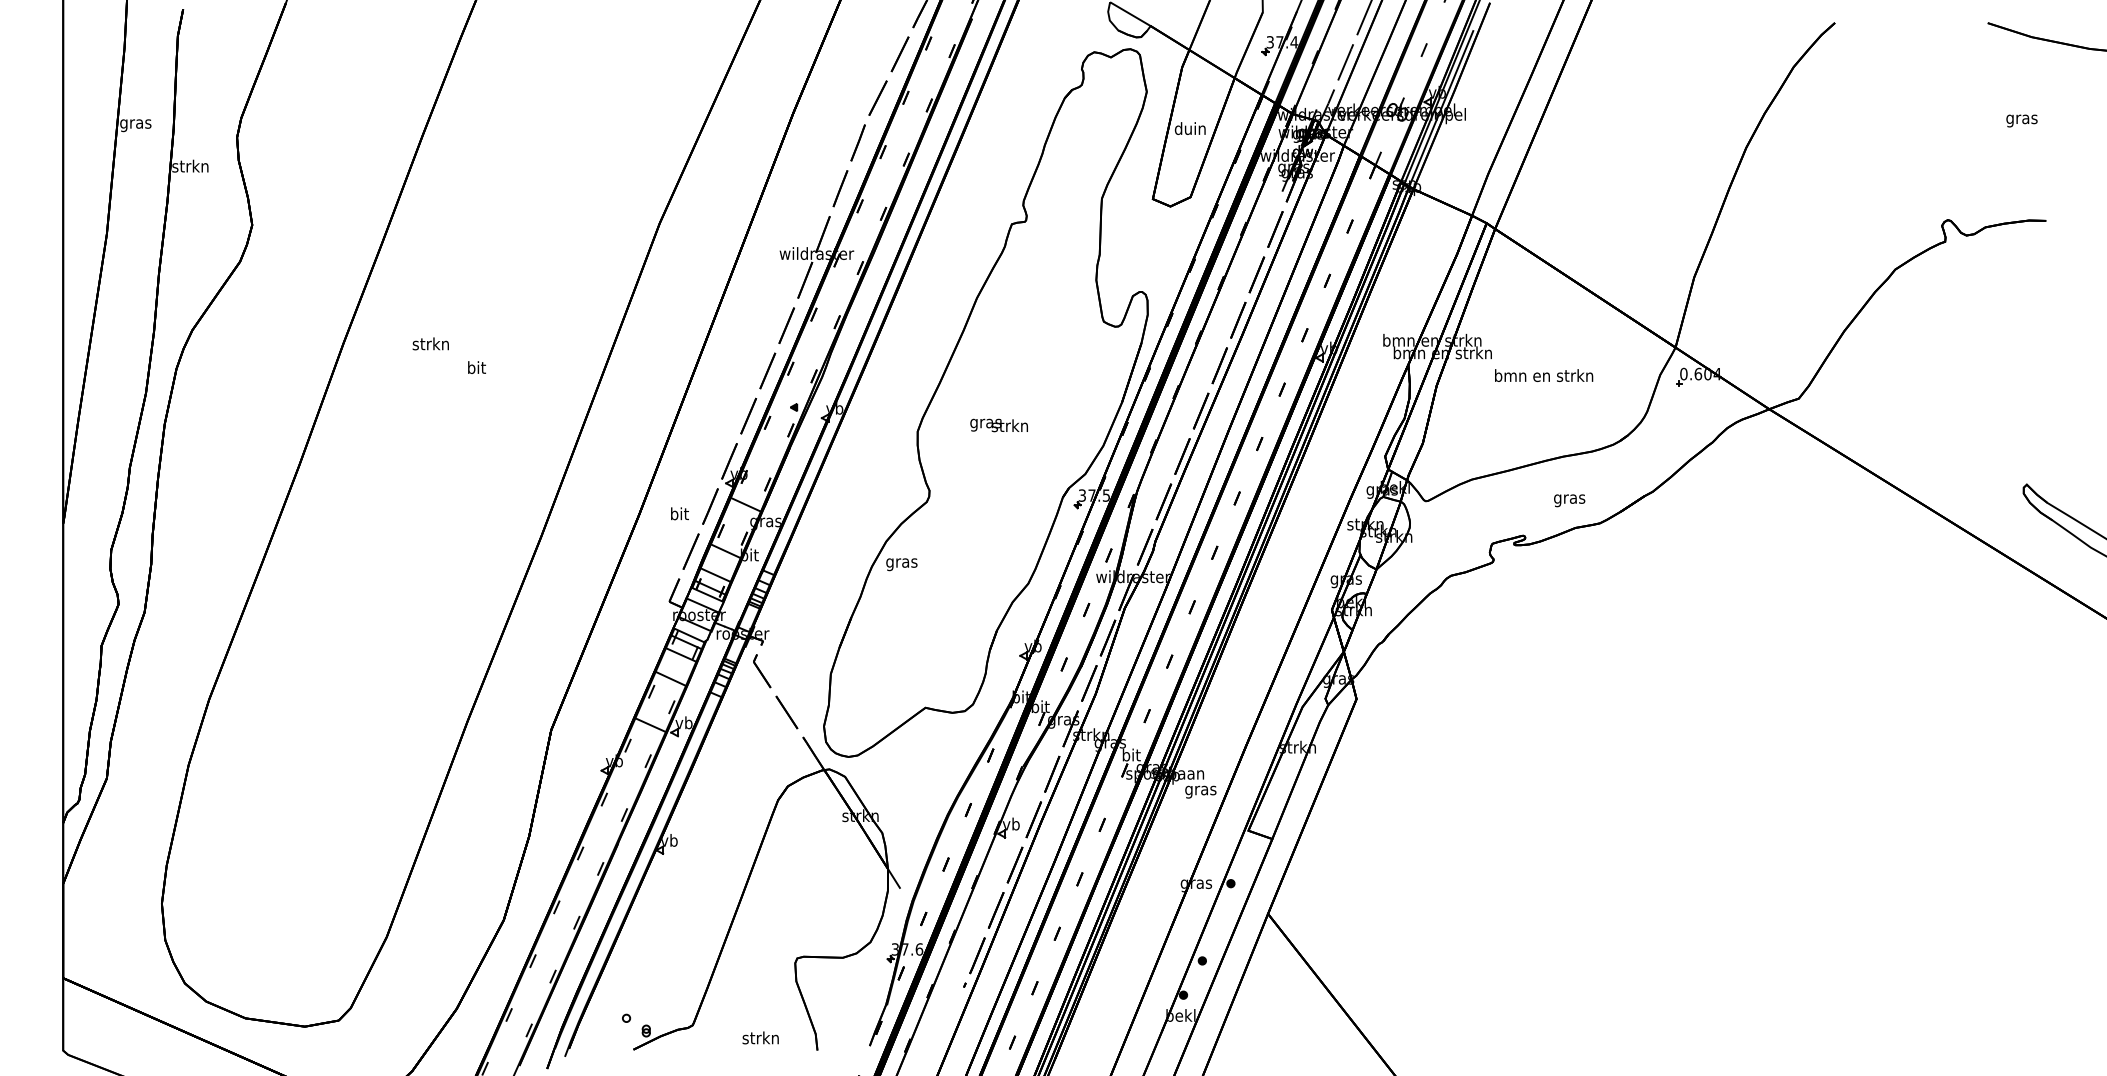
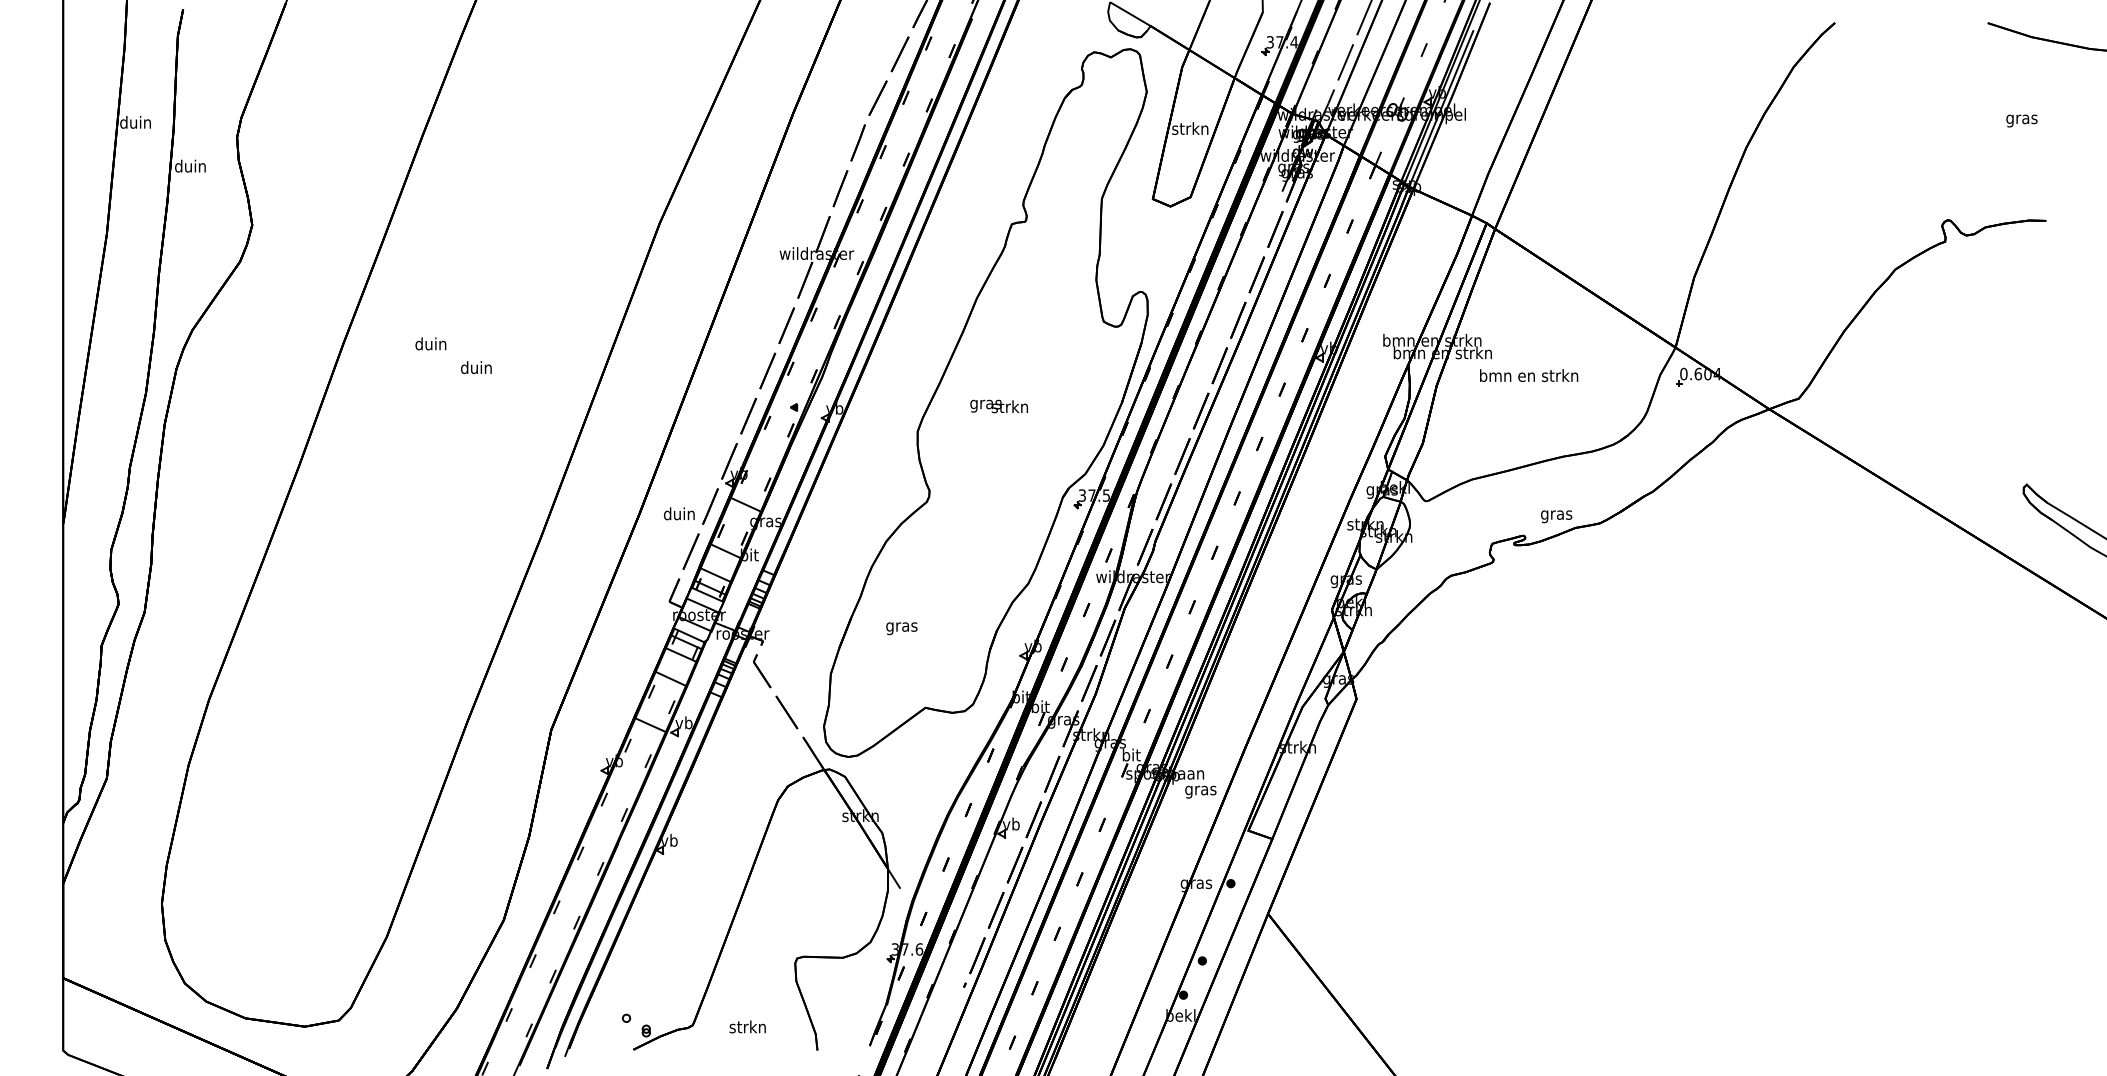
text at (136, 123): gras -> duin
text at (1190, 128): duin -> strkn
text at (190, 165): strkn -> duin
text at (430, 343): strkn -> duin
text at (476, 367): bit -> duin
text at (1544, 375) position: (1544, 375) -> (1529, 375)
text at (998, 425) position: (998, 425) -> (998, 406)
text at (1569, 500) position: (1569, 500) -> (1556, 516)
text at (678, 513): bit -> duin
text at (901, 564) position: (901, 564) -> (901, 628)
text at (760, 1037) position: (760, 1037) -> (747, 1026)
